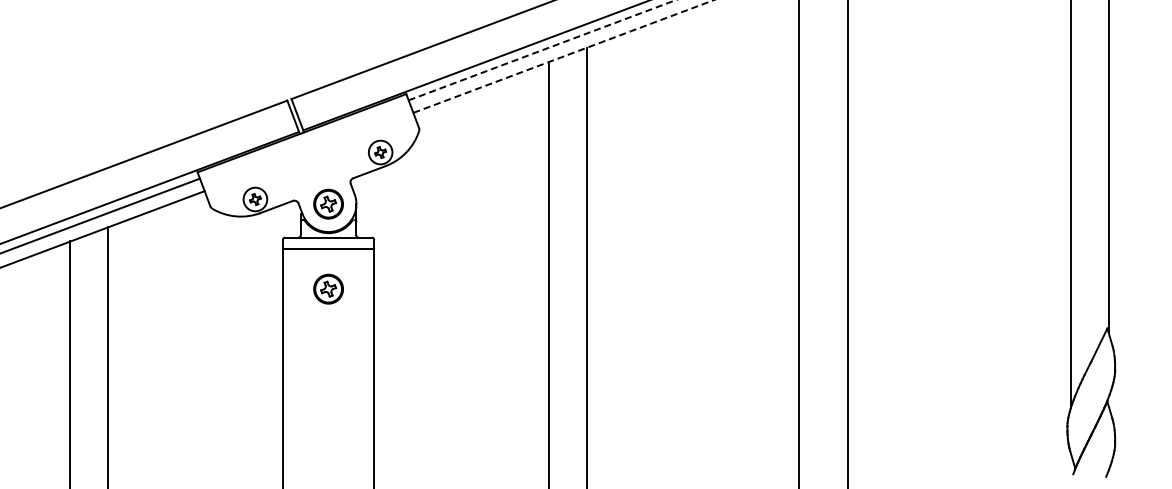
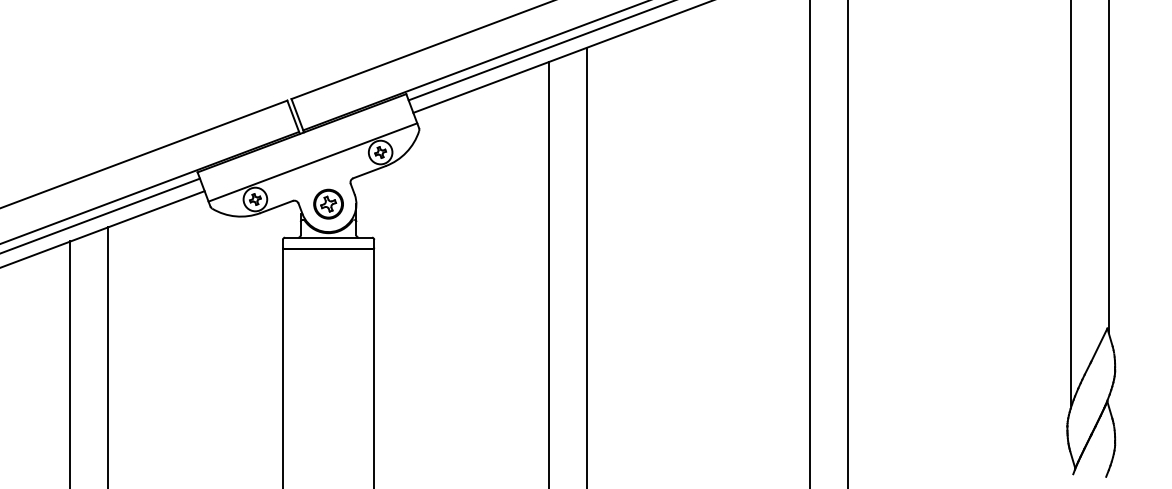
line at (542, 50): dashed -> solid
line at (564, 56): dashed -> solid
line at (312, 162): none -> present
line at (799, 243) position: (799, 243) -> (810, 243)
part at (328, 288): present -> none
